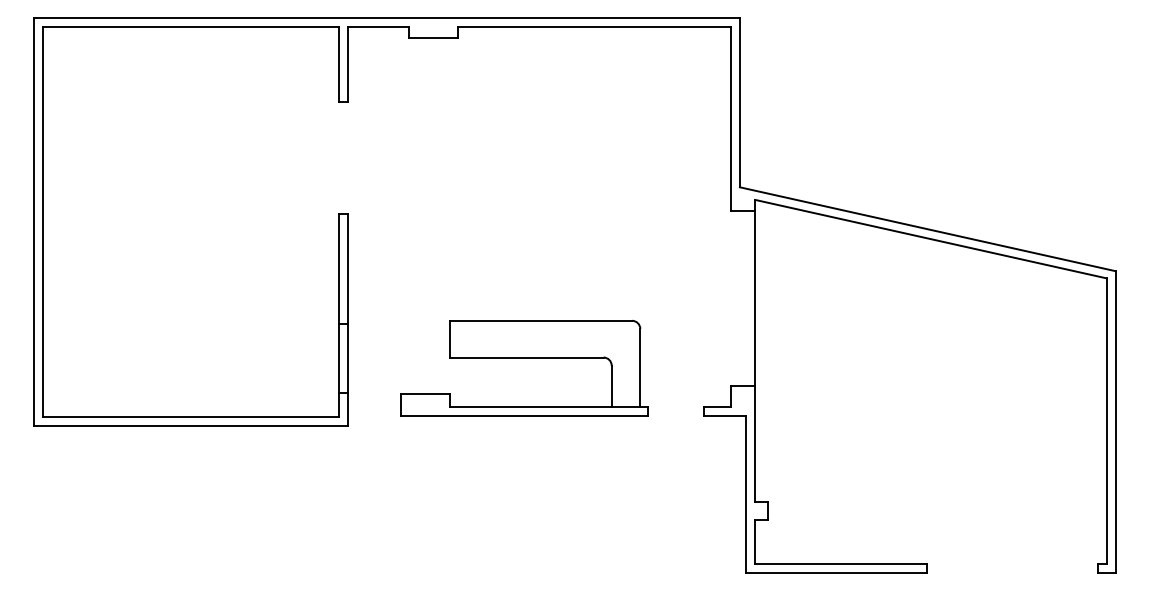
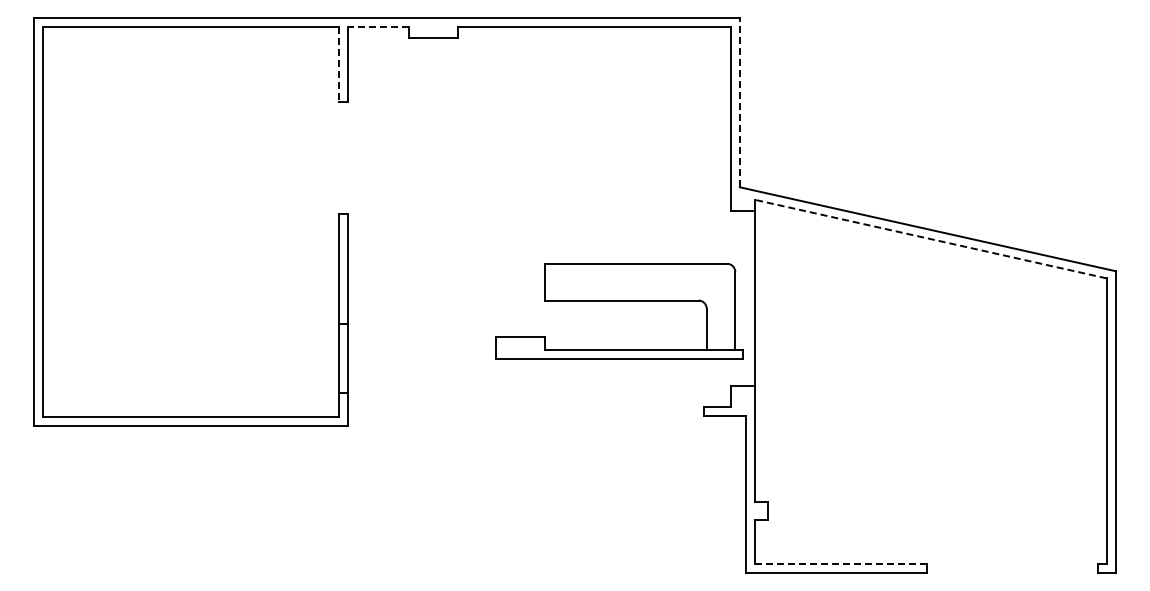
line at (378, 26): solid -> dashed
line at (339, 64): solid -> dashed
line at (739, 102): solid -> dashed
line at (930, 239): solid -> dashed
part at (524, 358) position: (524, 358) -> (619, 301)
line at (841, 564): solid -> dashed
